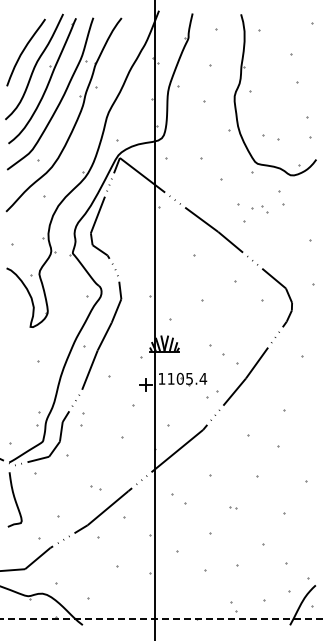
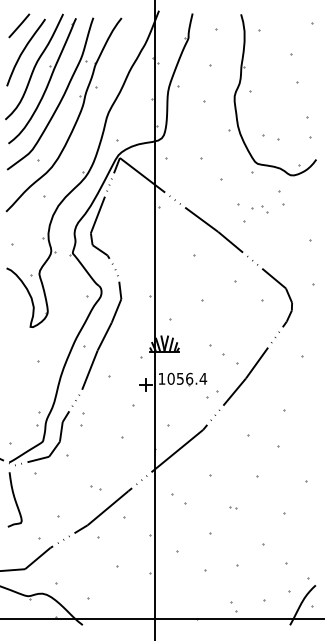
line at (19, 25): none -> present
text at (180, 378): 1105.4 -> 1056.4
line at (162, 619): dashed -> solid
